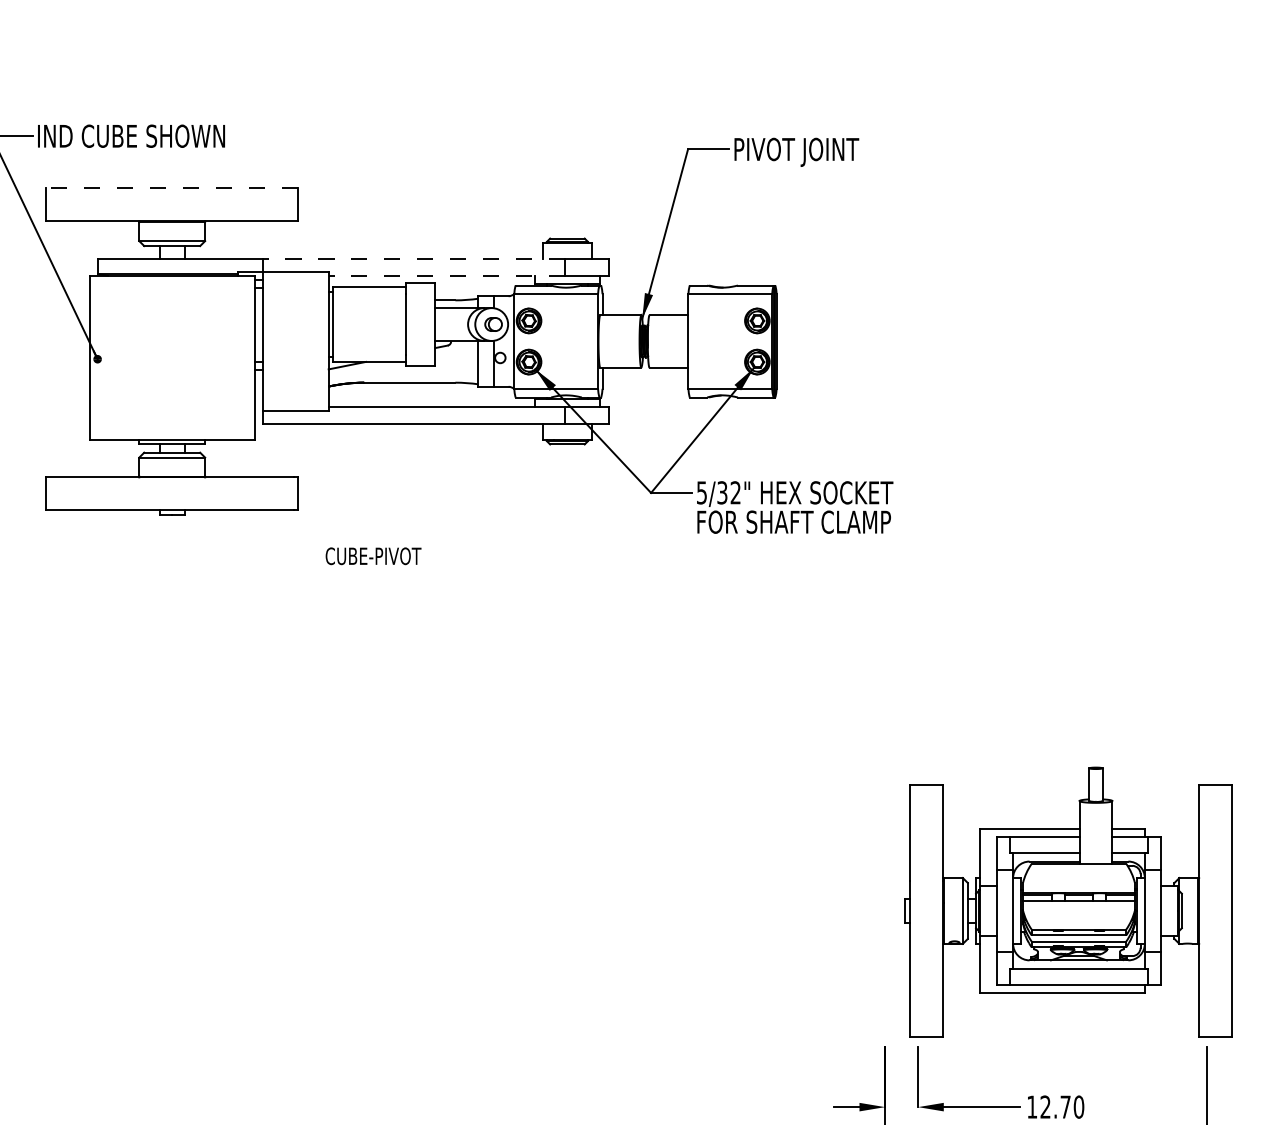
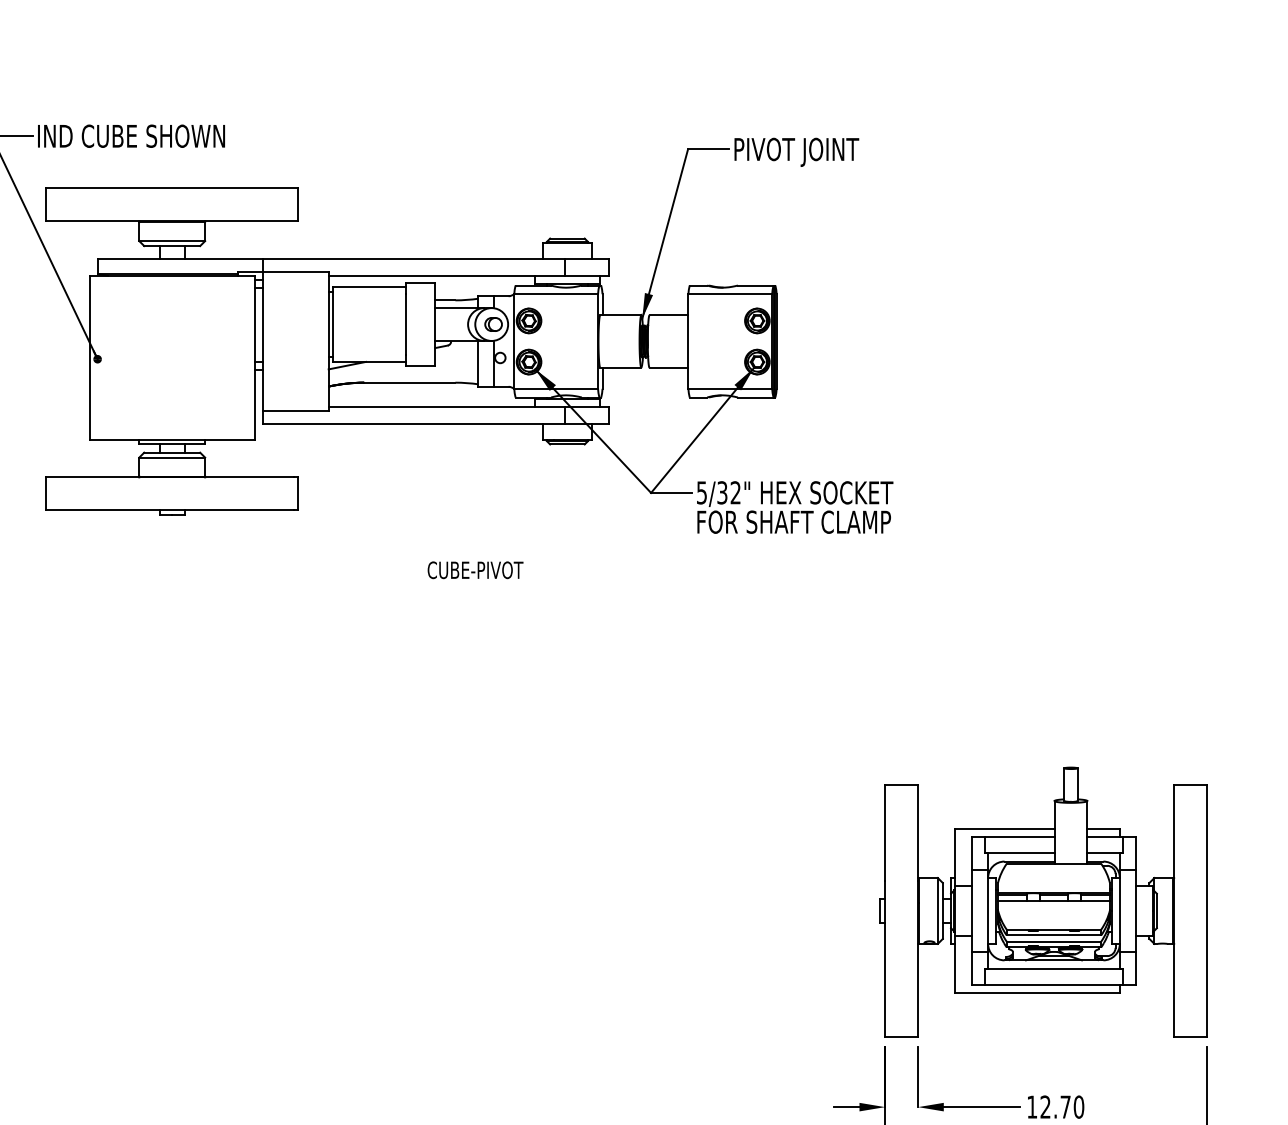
line at (172, 188): dashed -> solid
line at (413, 259): dashed -> solid
line at (446, 275): dashed -> solid
text at (373, 556) position: (373, 556) -> (475, 570)
part at (1068, 901) position: (1068, 901) -> (1043, 901)
